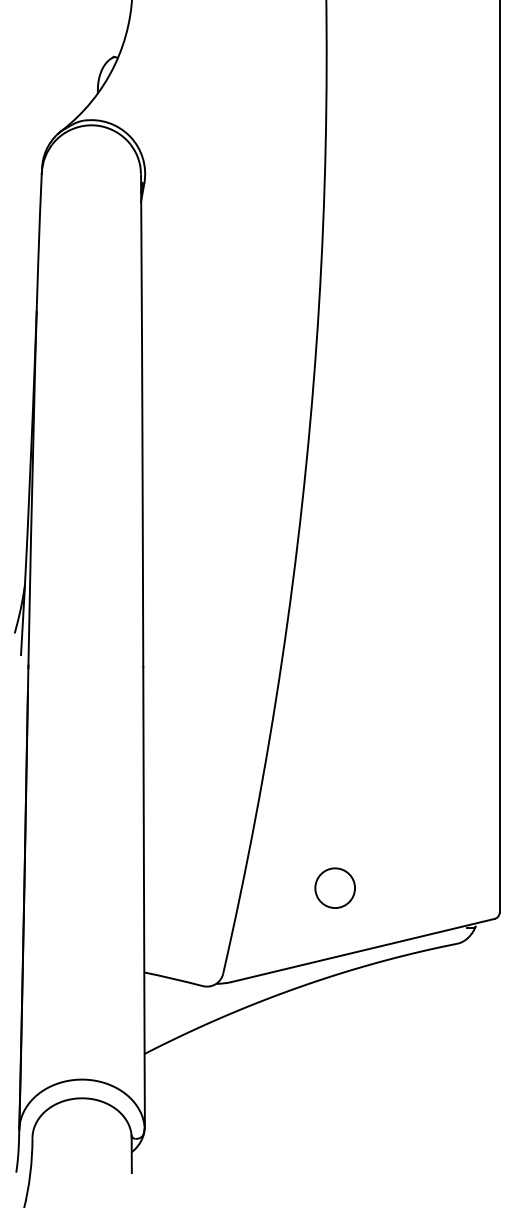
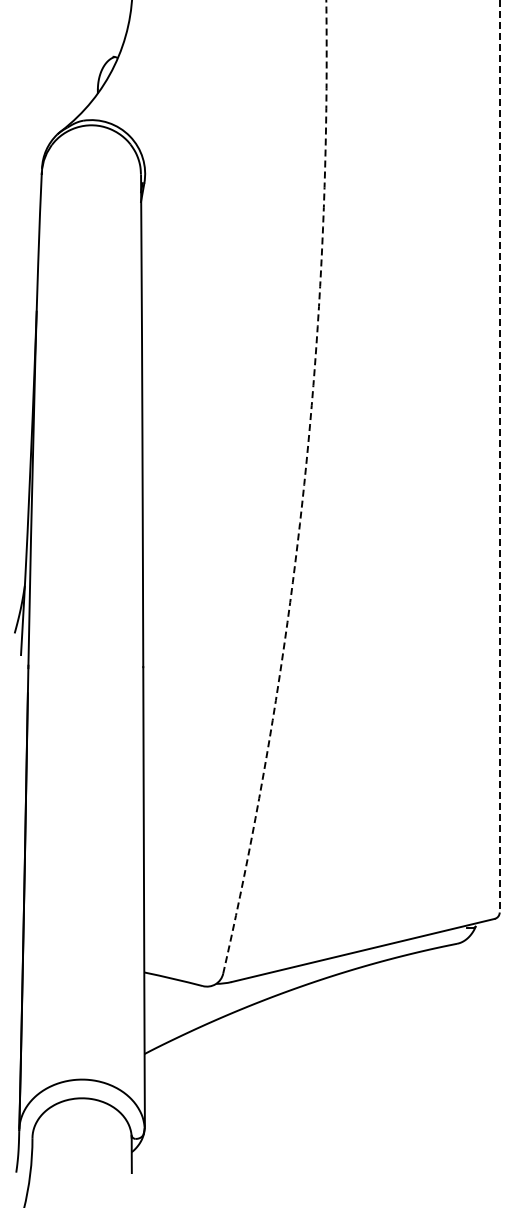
line at (499, 456): solid -> dashed
arc at (303, 489): solid -> dashed
circle at (334, 887): present -> none
